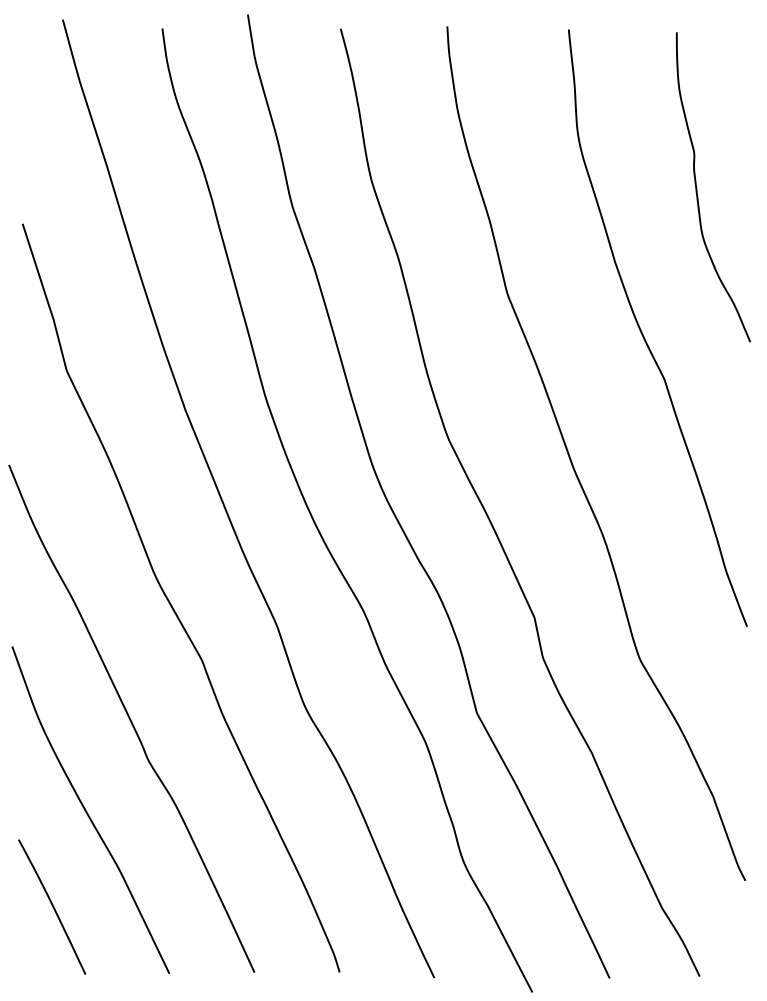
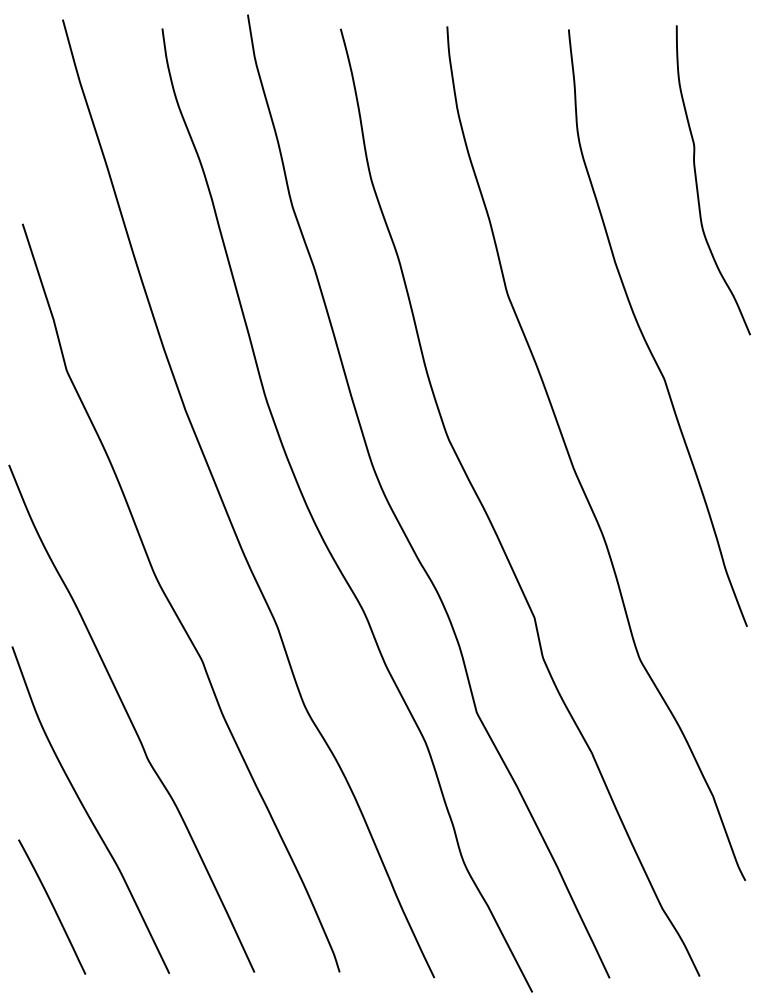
curve at (697, 187) position: (697, 187) -> (697, 180)
